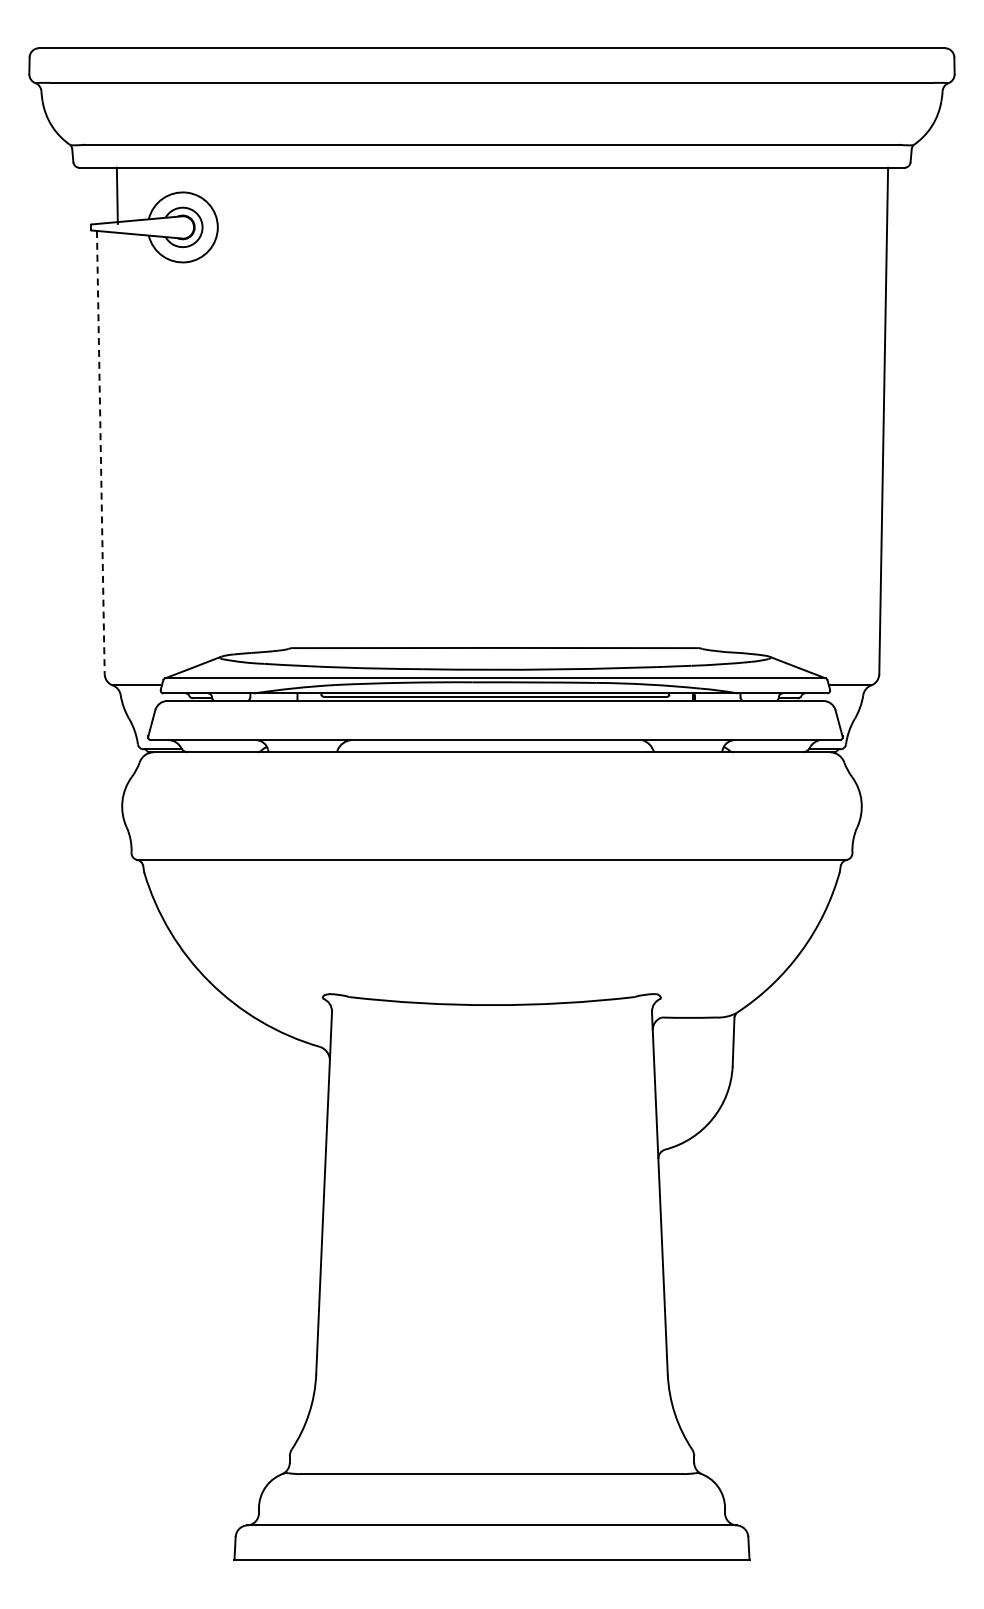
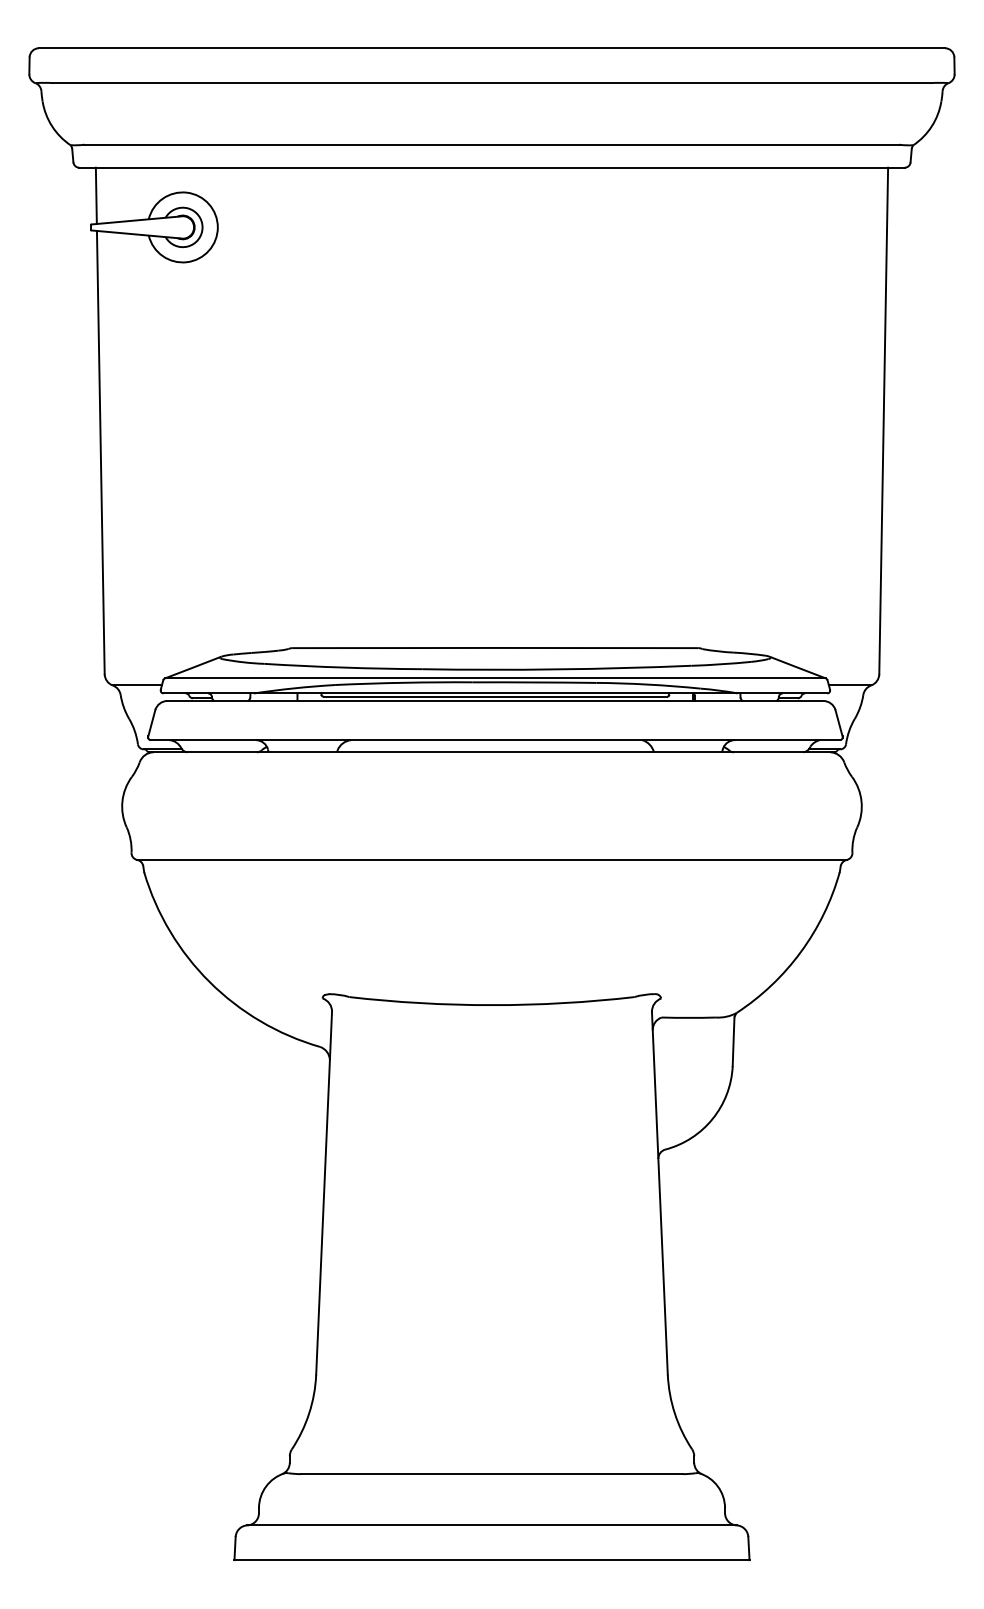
line at (116, 195) position: (116, 195) -> (95, 195)
line at (100, 452): dashed -> solid
